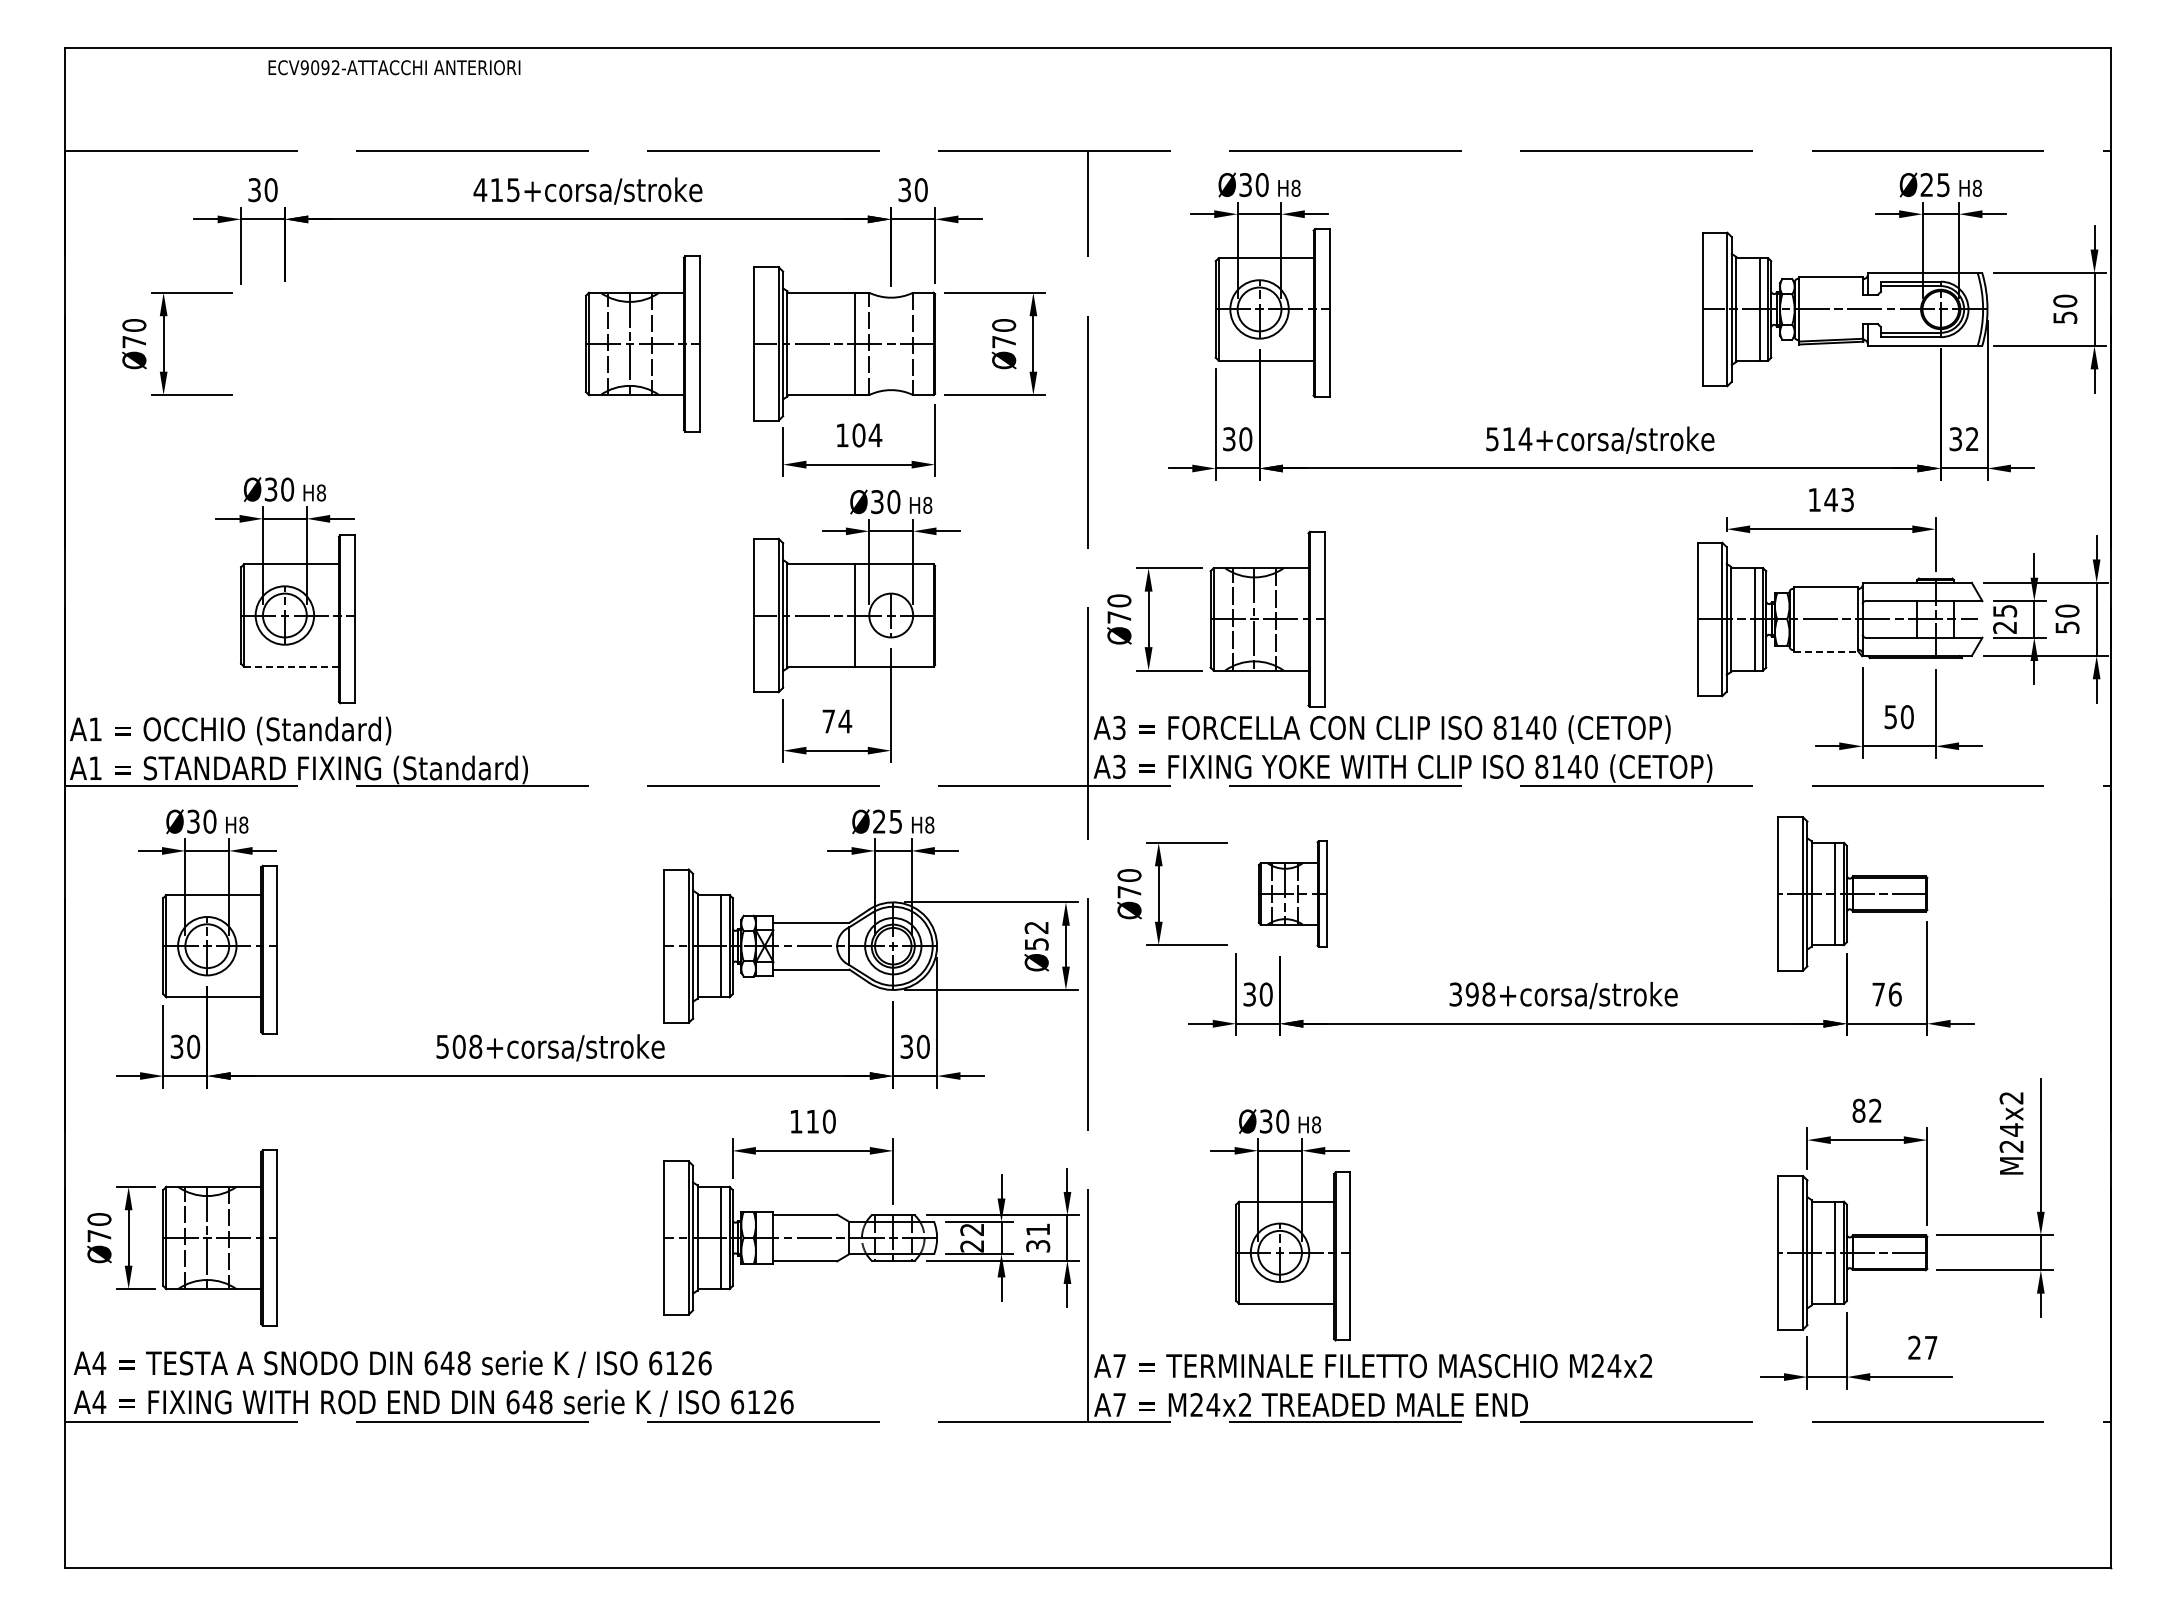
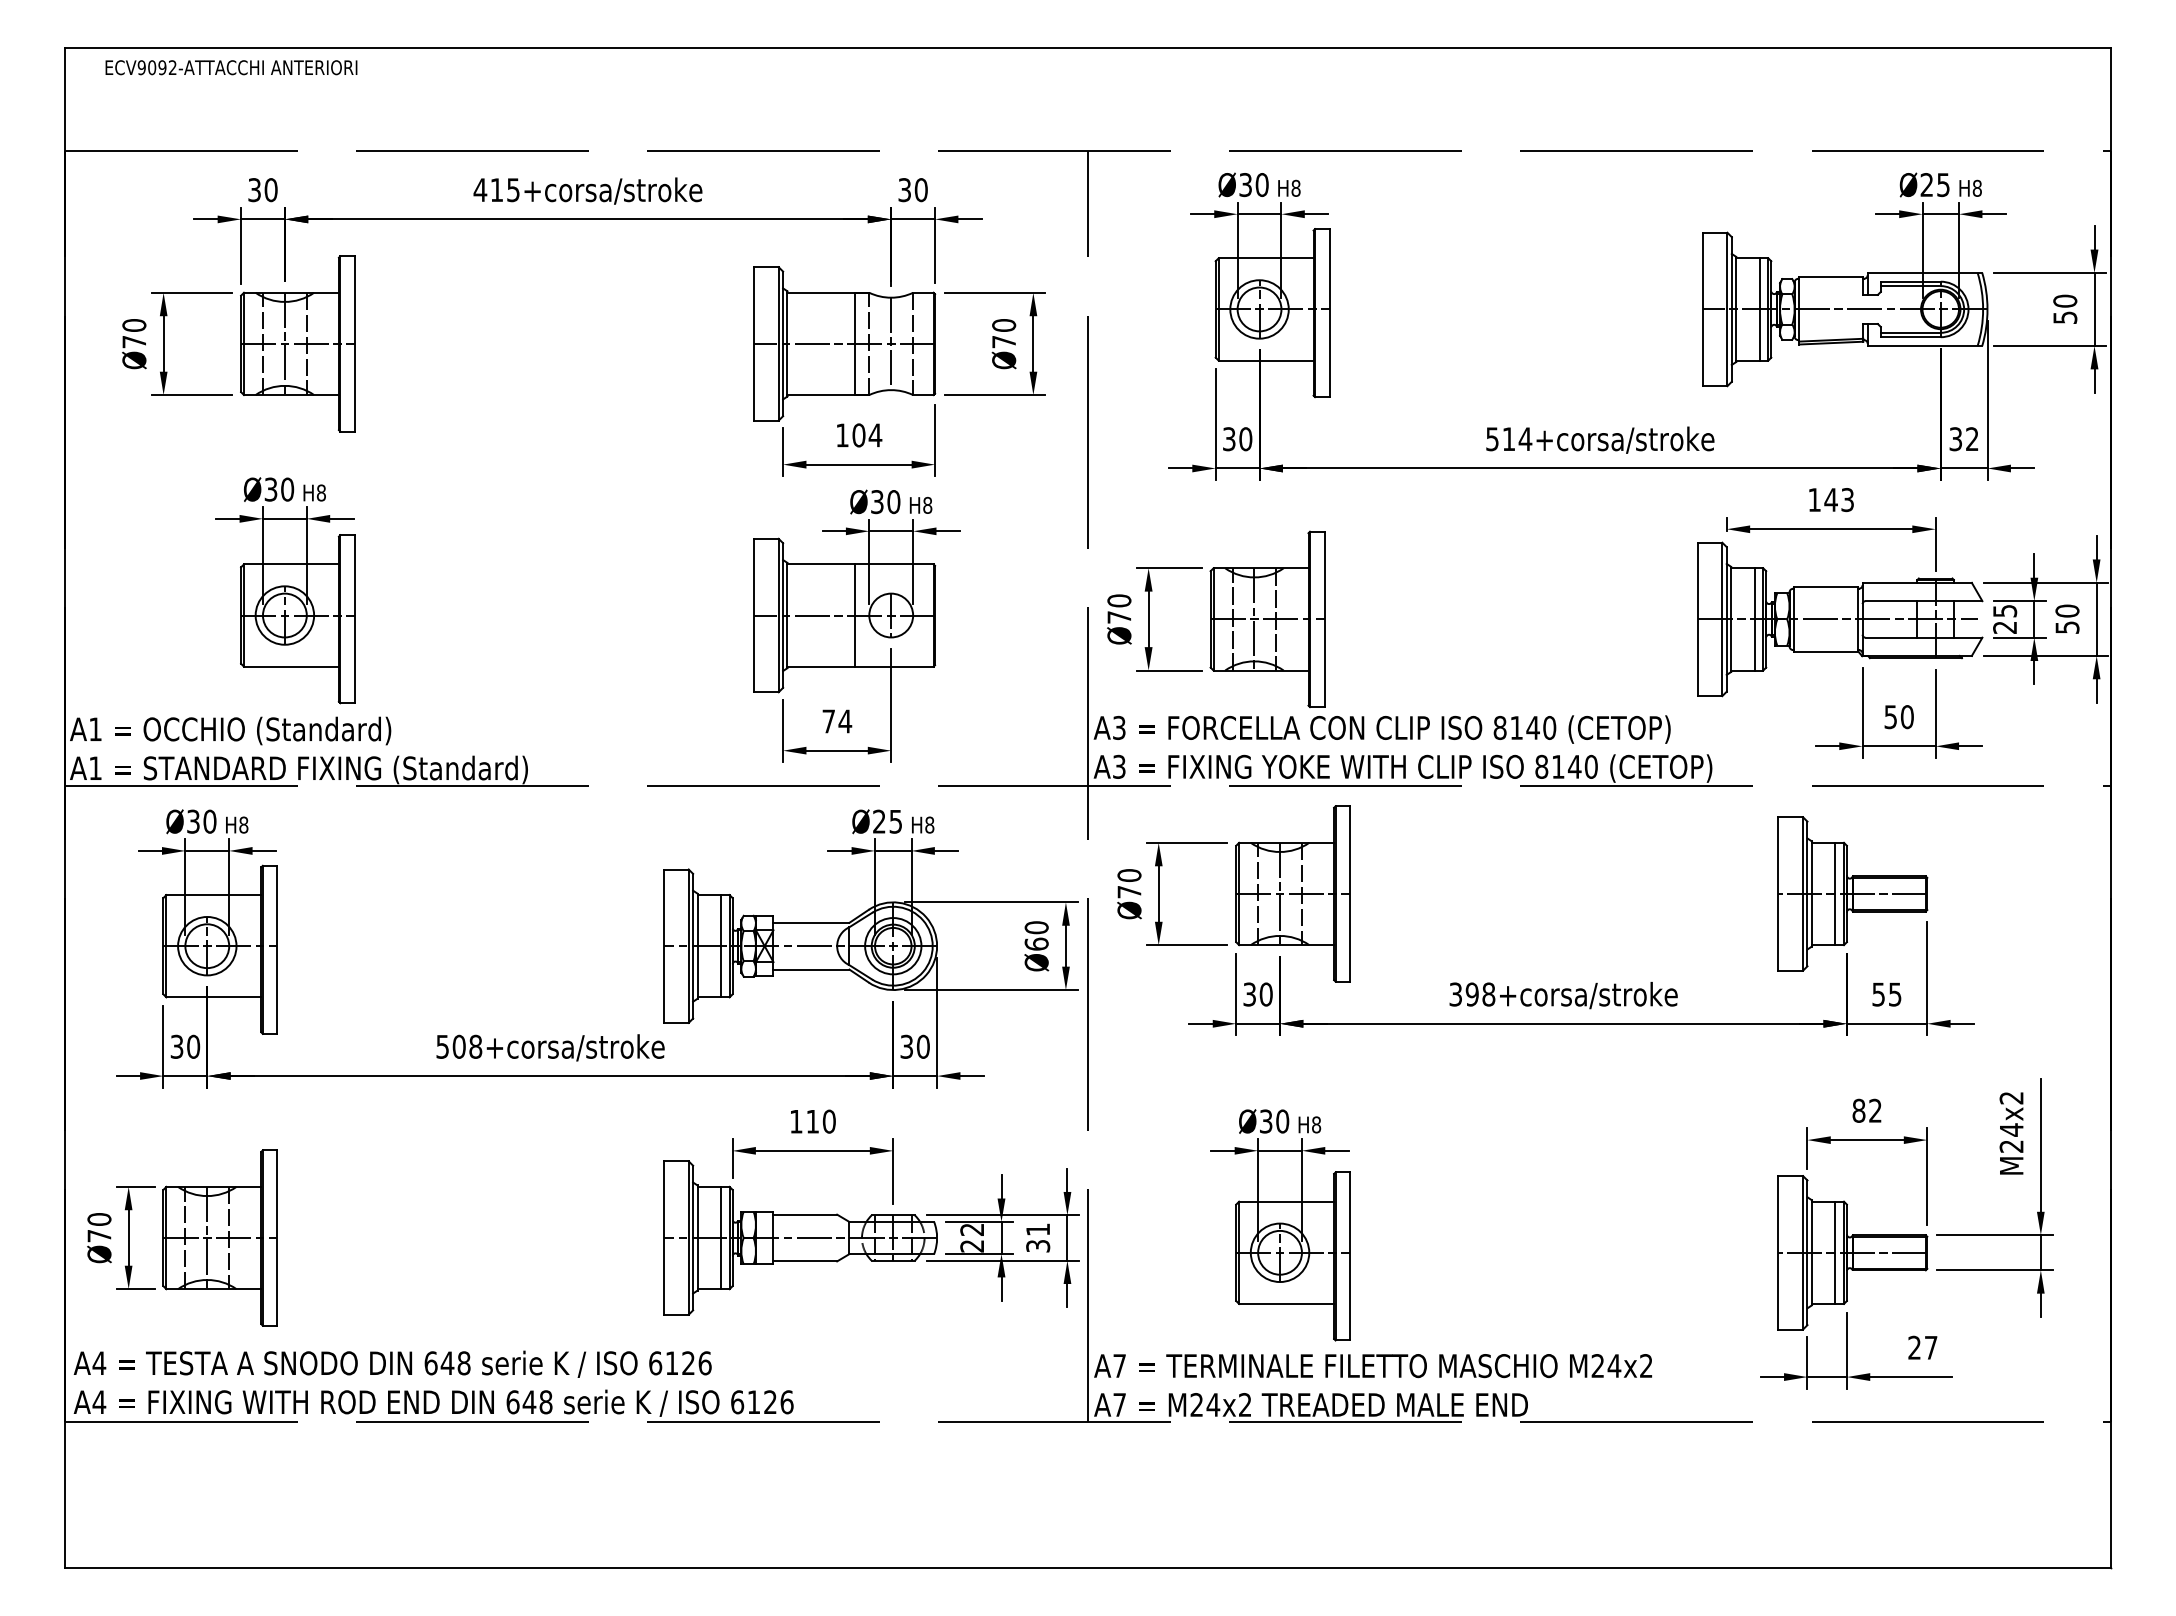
text at (394, 67) position: (394, 67) -> (231, 67)
part at (642, 343) position: (642, 343) -> (297, 343)
line at (891, 343): none -> present
line at (1826, 651): dashed -> solid
line at (291, 666): dashed -> solid
part at (1292, 893) size: 71x108 px -> 116x178 px
text at (1036, 935): Ø52 -> Ø60
text at (1886, 994): 76 -> 55
